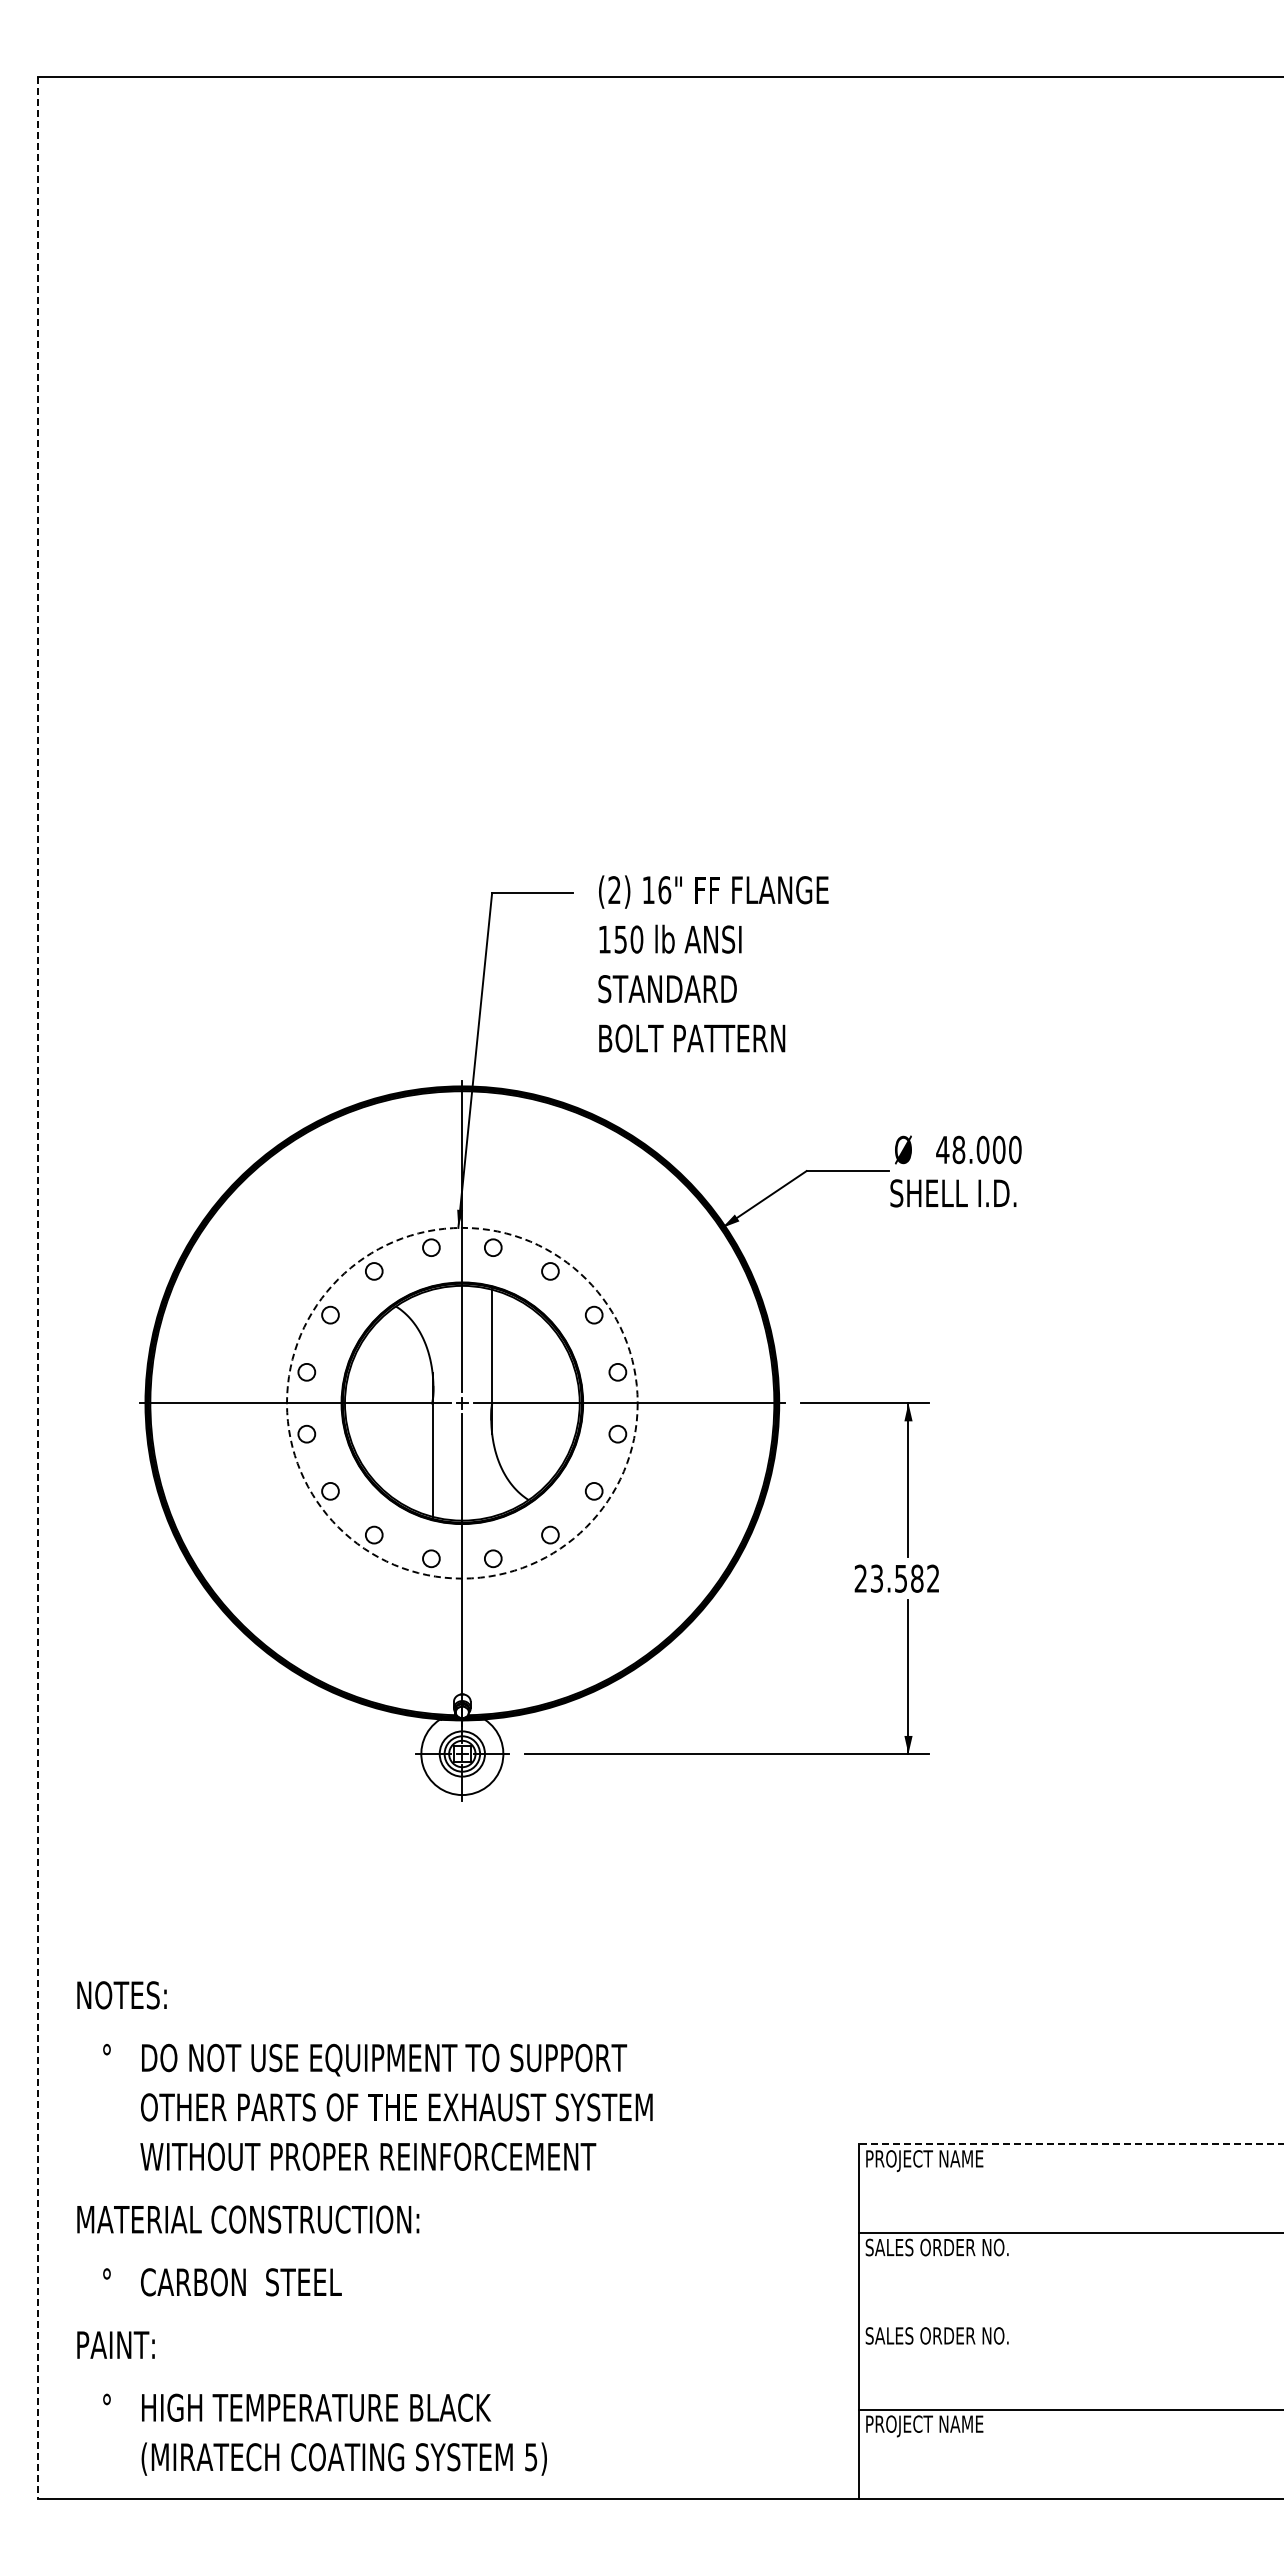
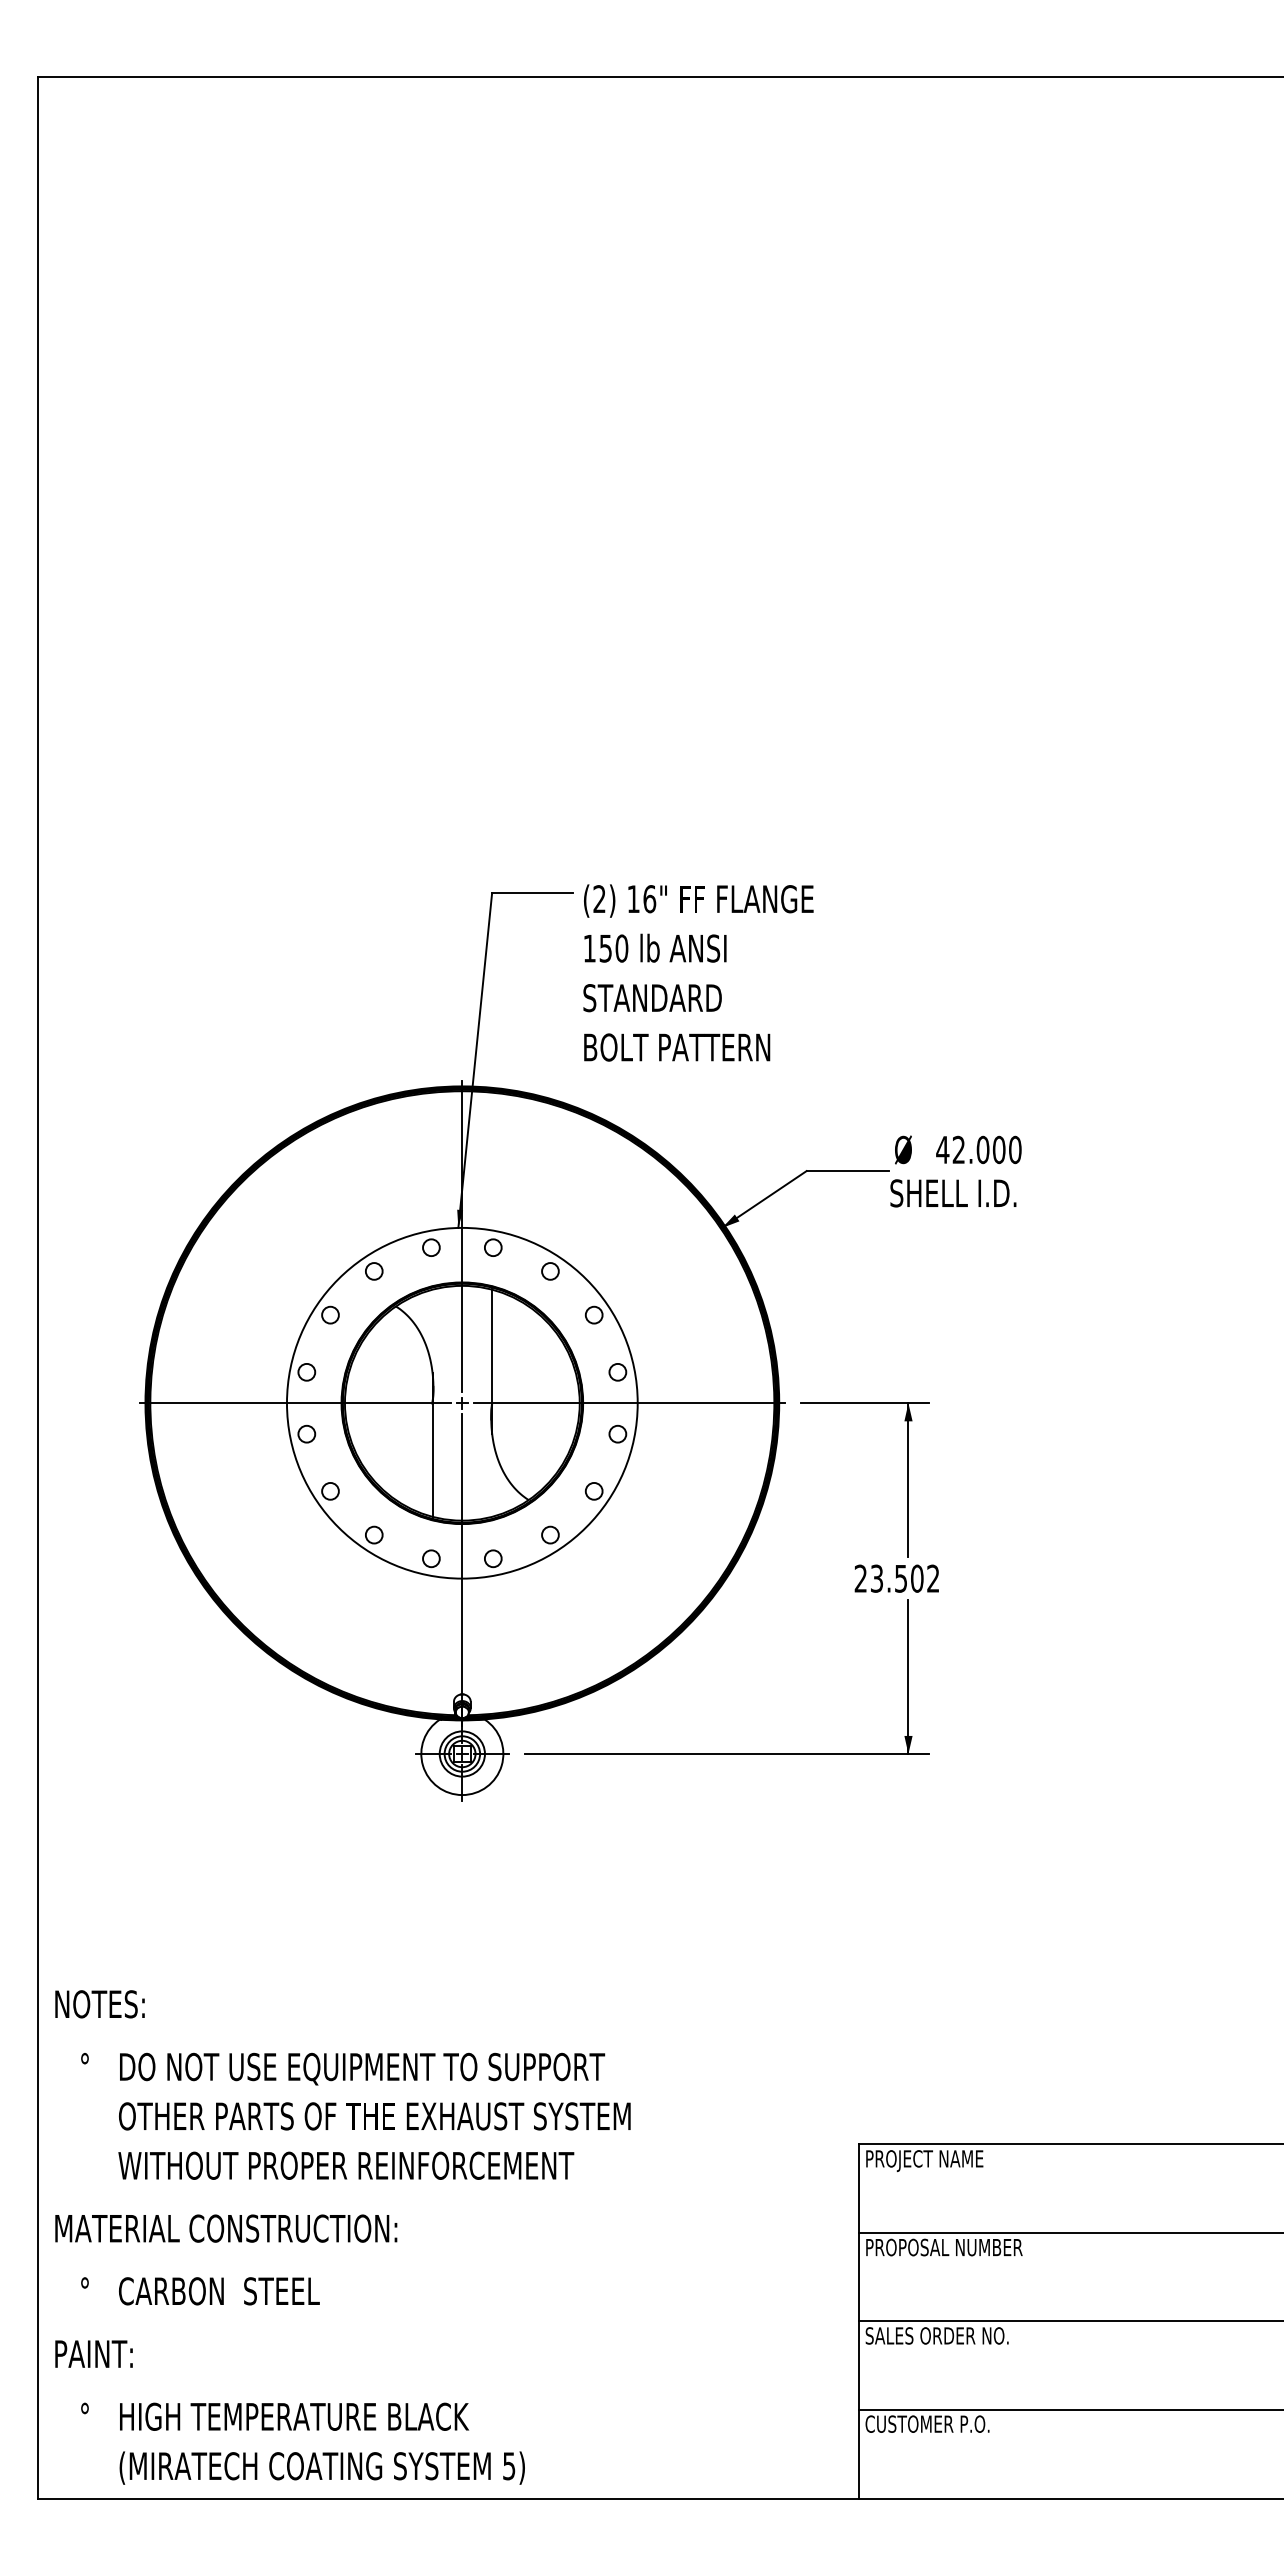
text at (713, 963) position: (713, 963) -> (698, 972)
text at (958, 1149): 48.000 -> 42.000
line at (38, 1288): dashed -> solid
circle at (461, 1402): dashed -> solid
text at (917, 1578): 23.582 -> 23.502
line at (1071, 2144): dashed -> solid
text at (364, 2228) position: (364, 2228) -> (342, 2237)
text at (943, 2247): SALES ORDER NO. -> PROPOSAL NUMBER
line at (1069, 2321): none -> present
text at (927, 2426): PROJECT NAME -> CUSTOMER P.O.
